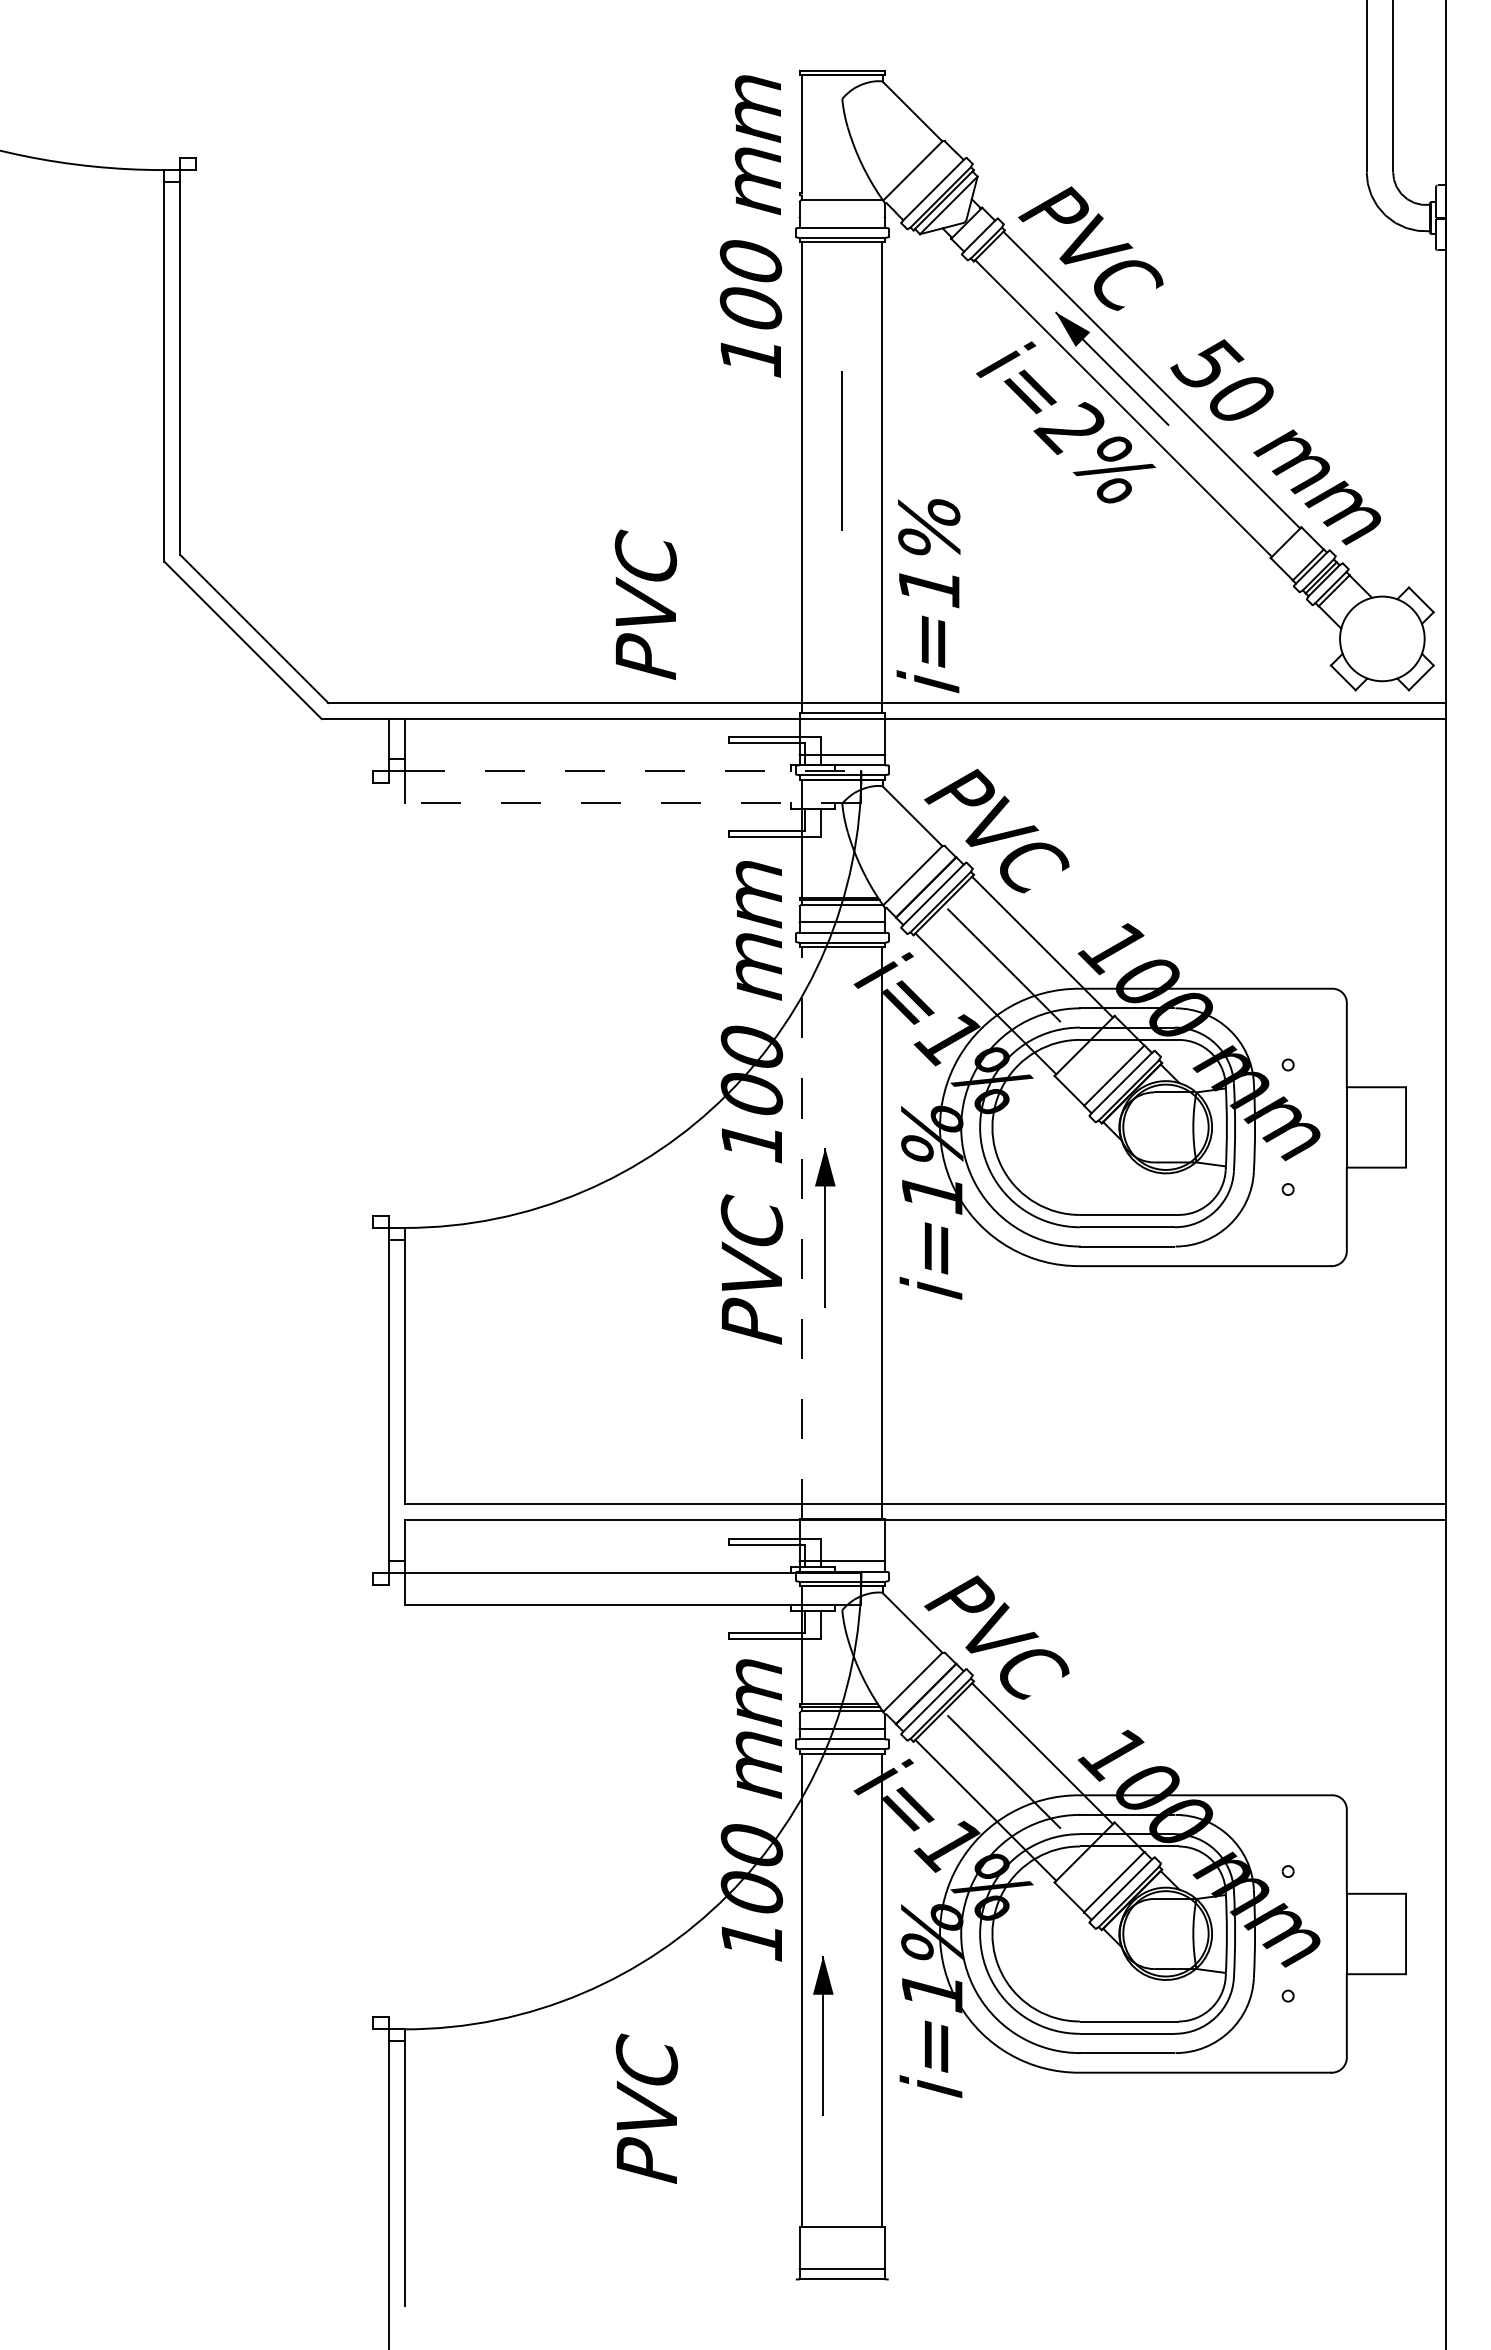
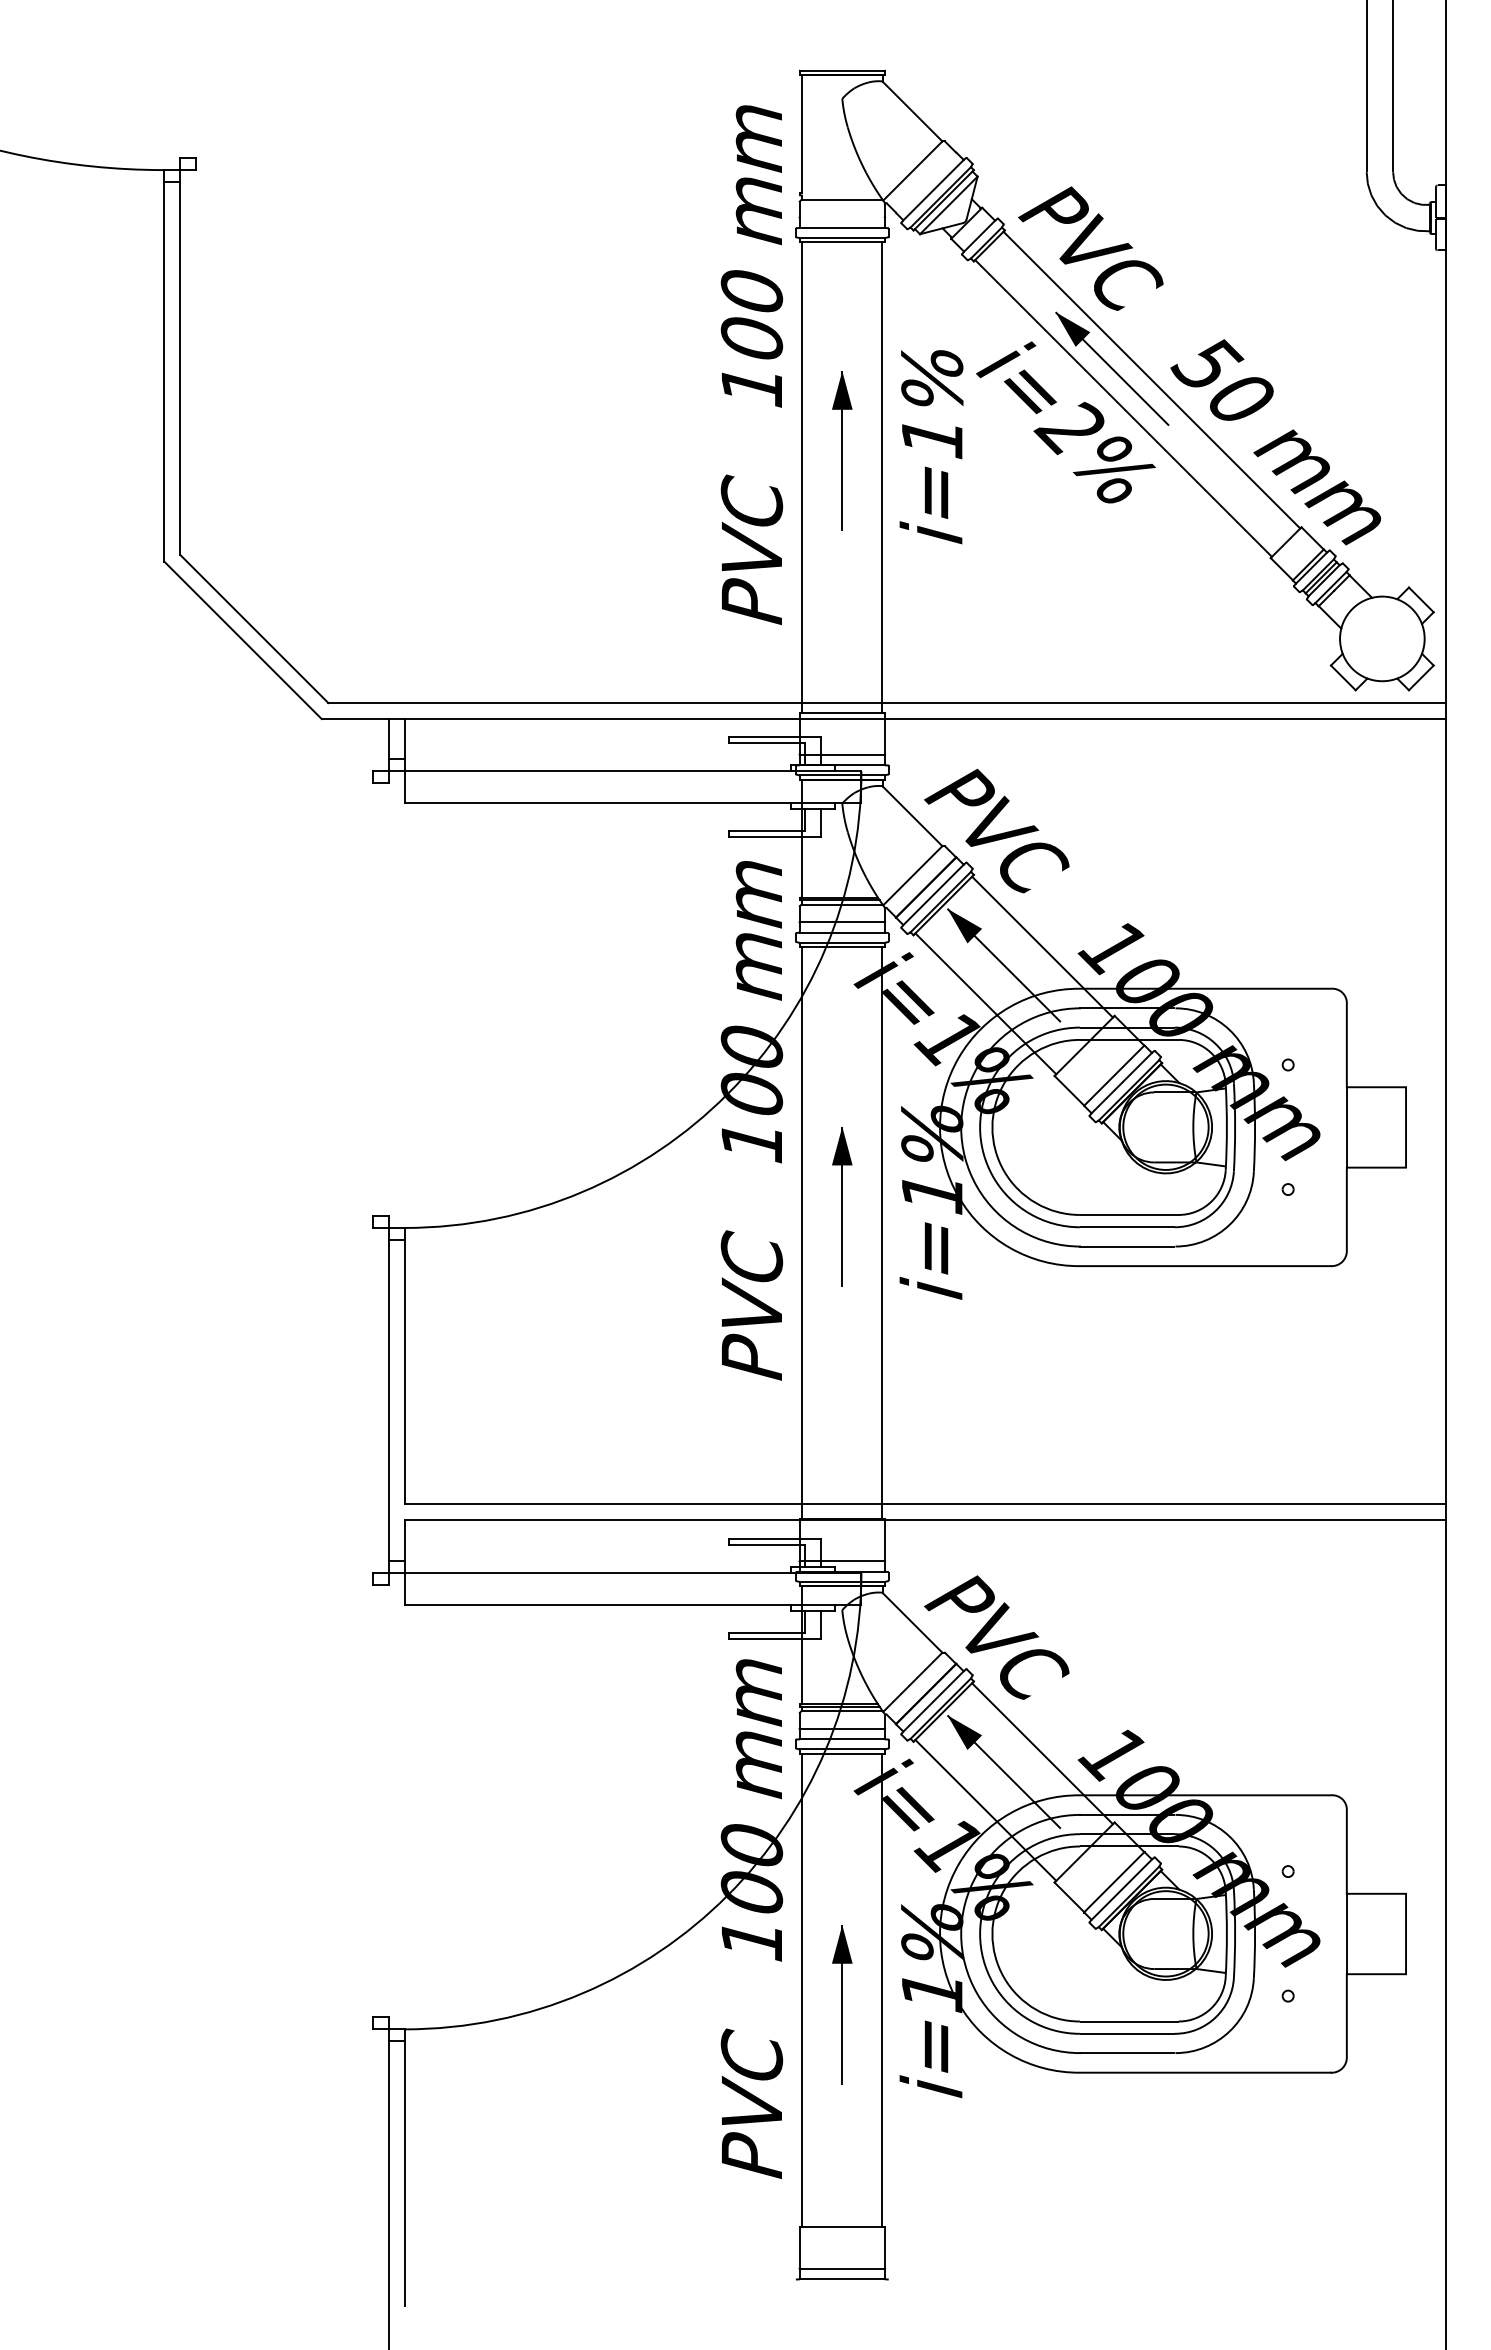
text at (750, 226) position: (750, 226) -> (751, 256)
fill at (841, 390): none -> present
text at (928, 596) position: (928, 596) -> (931, 447)
text at (645, 604) position: (645, 604) -> (751, 549)
line at (633, 771): dashed -> solid
line at (632, 803): dashed -> solid
fill at (964, 925): none -> present
part at (825, 1227) position: (825, 1227) -> (842, 1206)
line at (802, 1232): dashed -> solid
text at (751, 1269) position: (751, 1269) -> (751, 1305)
fill at (964, 1732): none -> present
part at (823, 2035) position: (823, 2035) -> (842, 2004)
text at (646, 2108) position: (646, 2108) -> (751, 2103)
